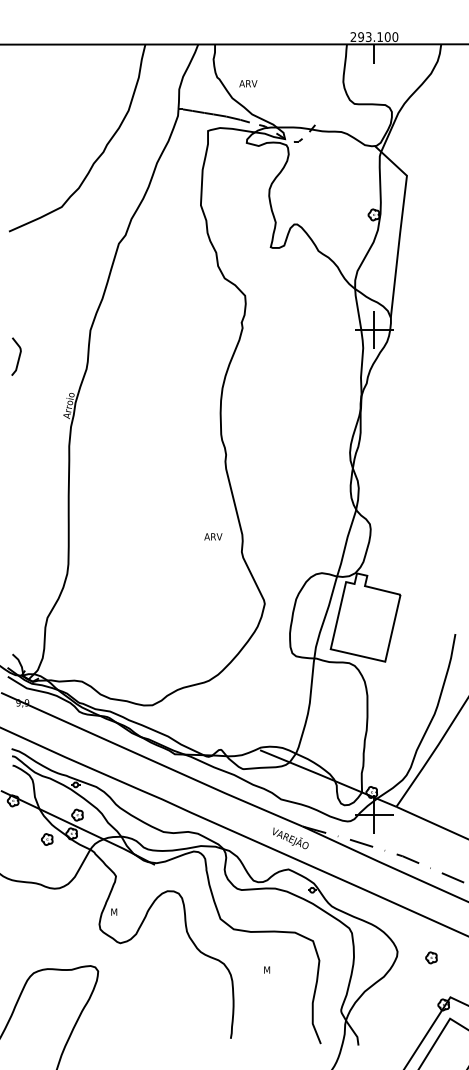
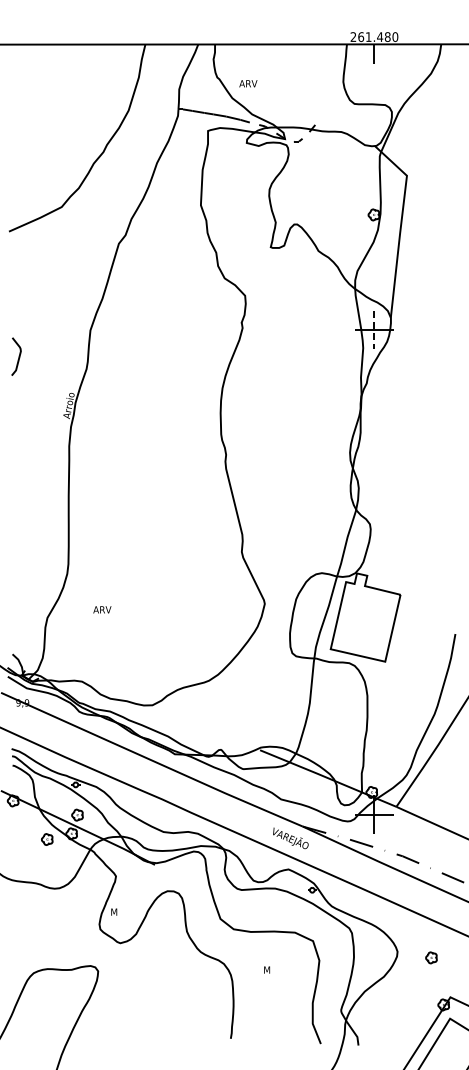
text at (374, 36): 293.100 -> 261.480
line at (374, 330): solid -> dashed
text at (213, 536) position: (213, 536) -> (102, 609)
